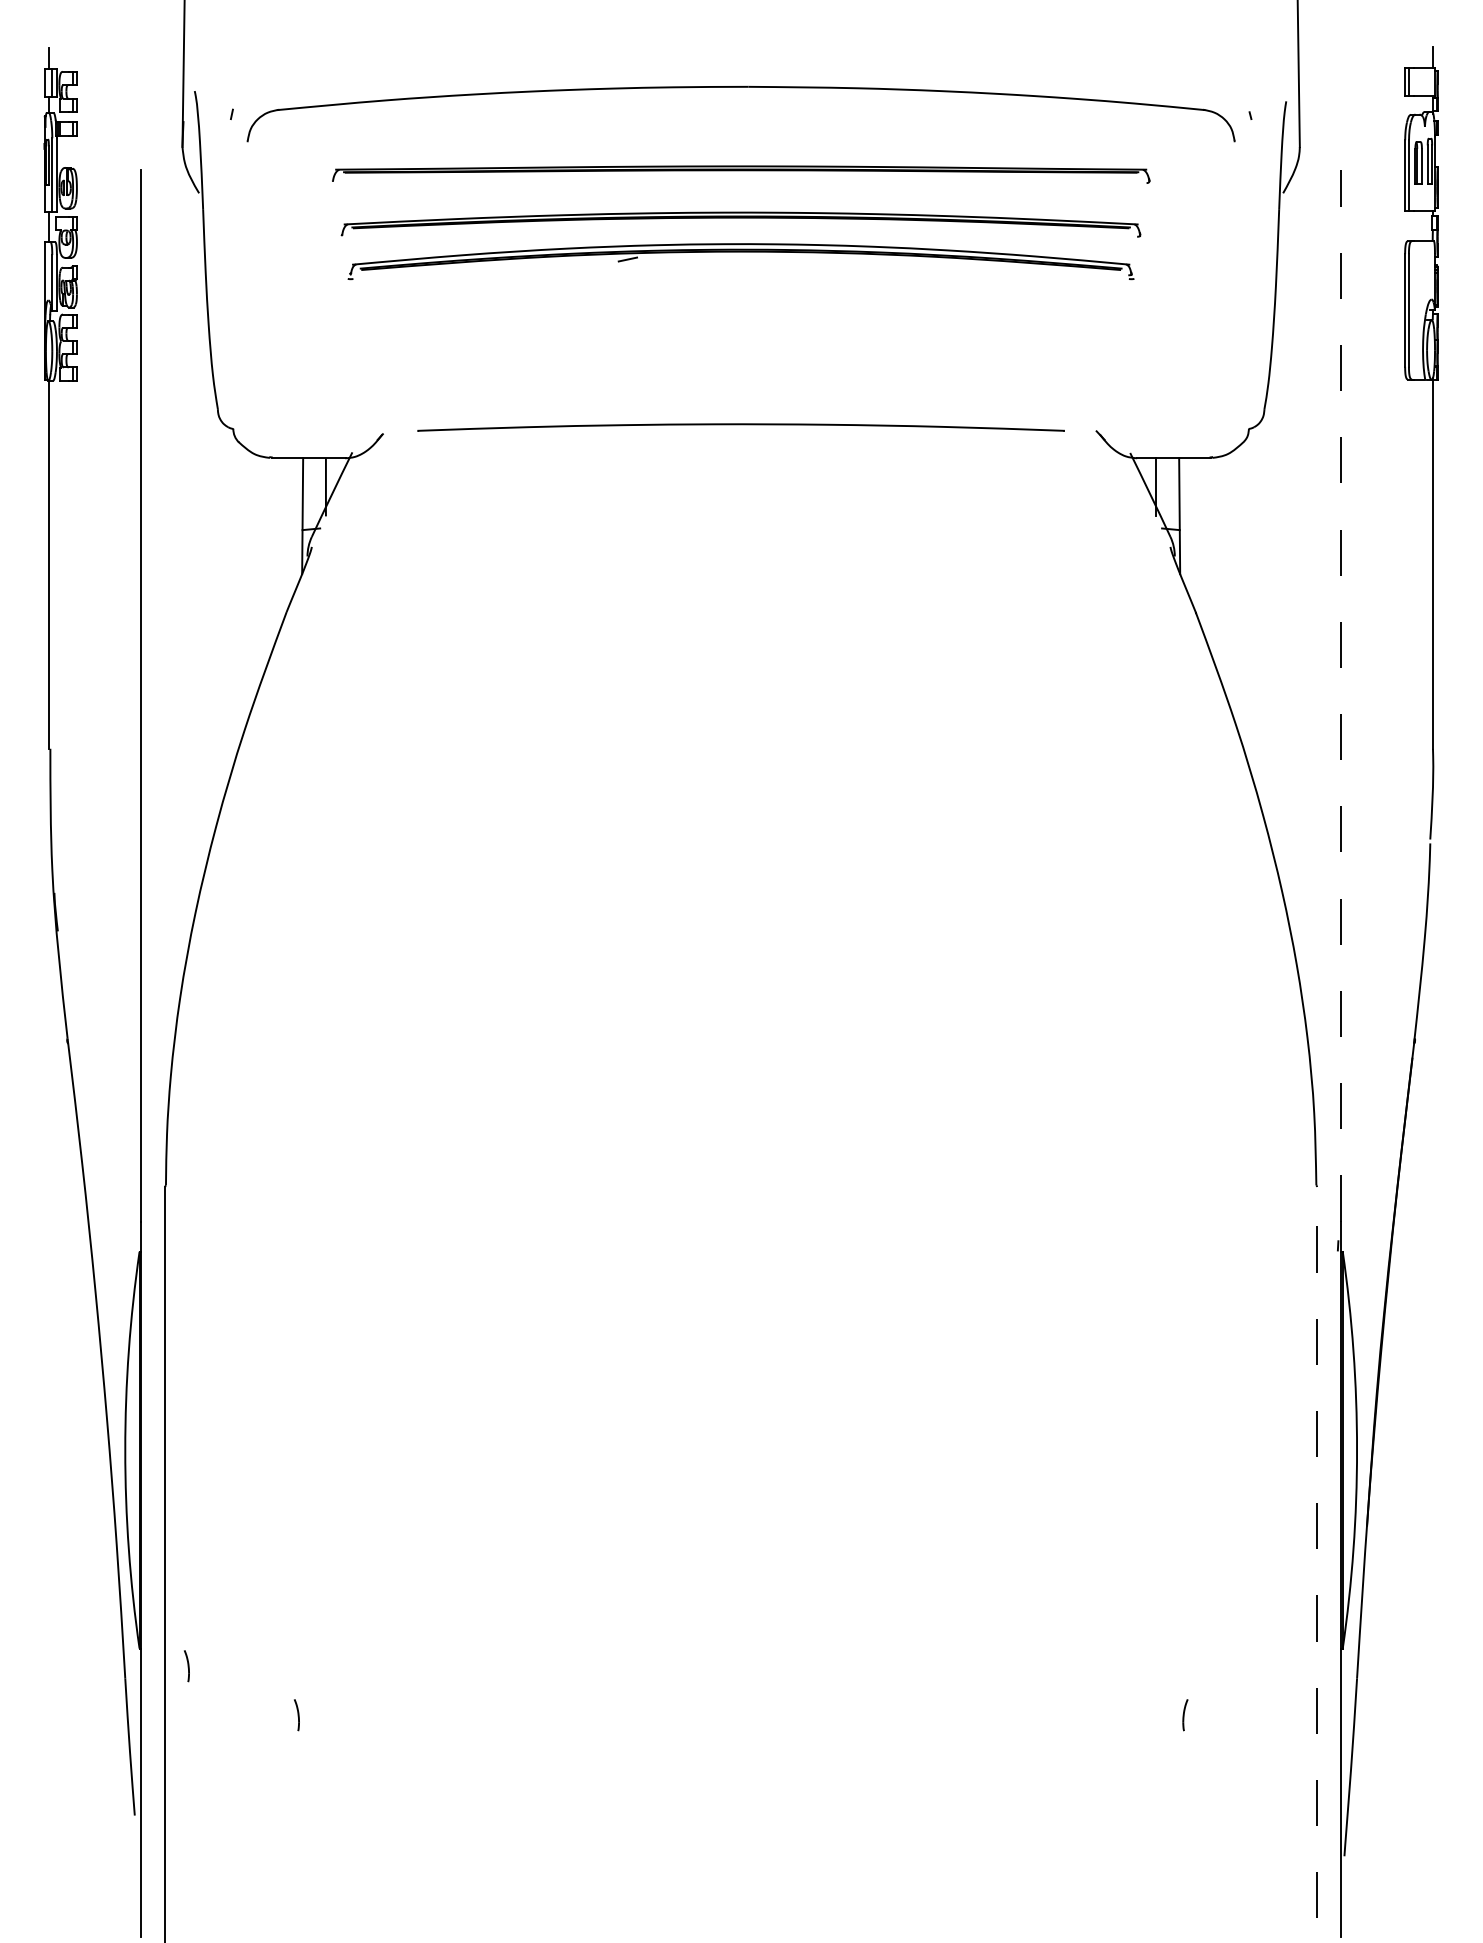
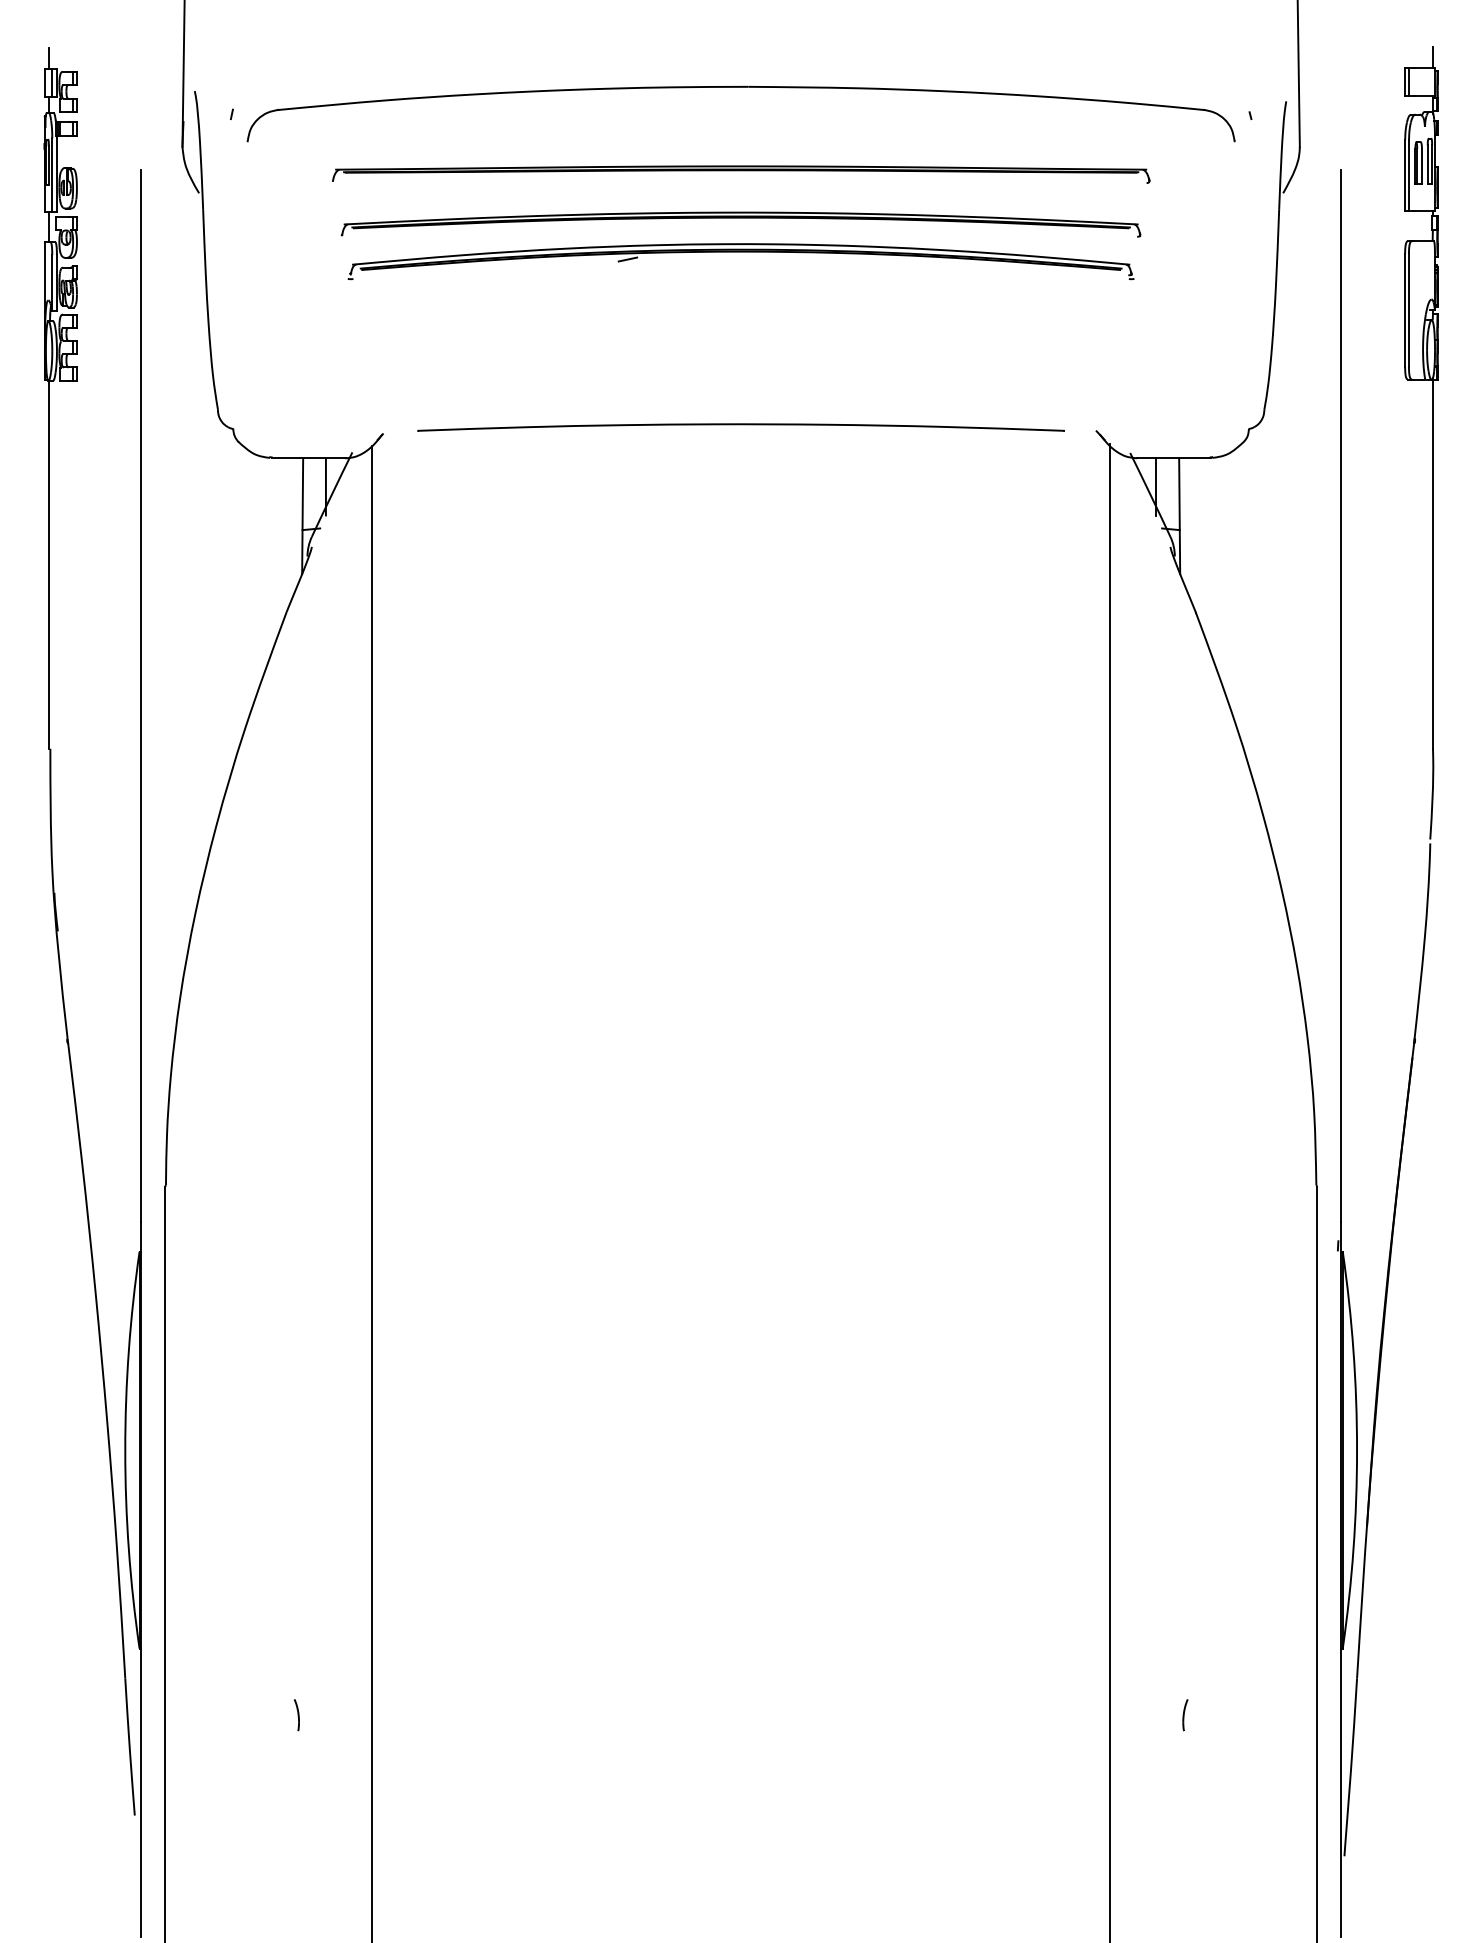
line at (1340, 695): dashed -> solid
line at (1110, 1191): none -> present
line at (372, 1192): none -> present
line at (1317, 1564): dashed -> solid
part at (186, 1666): present -> none
